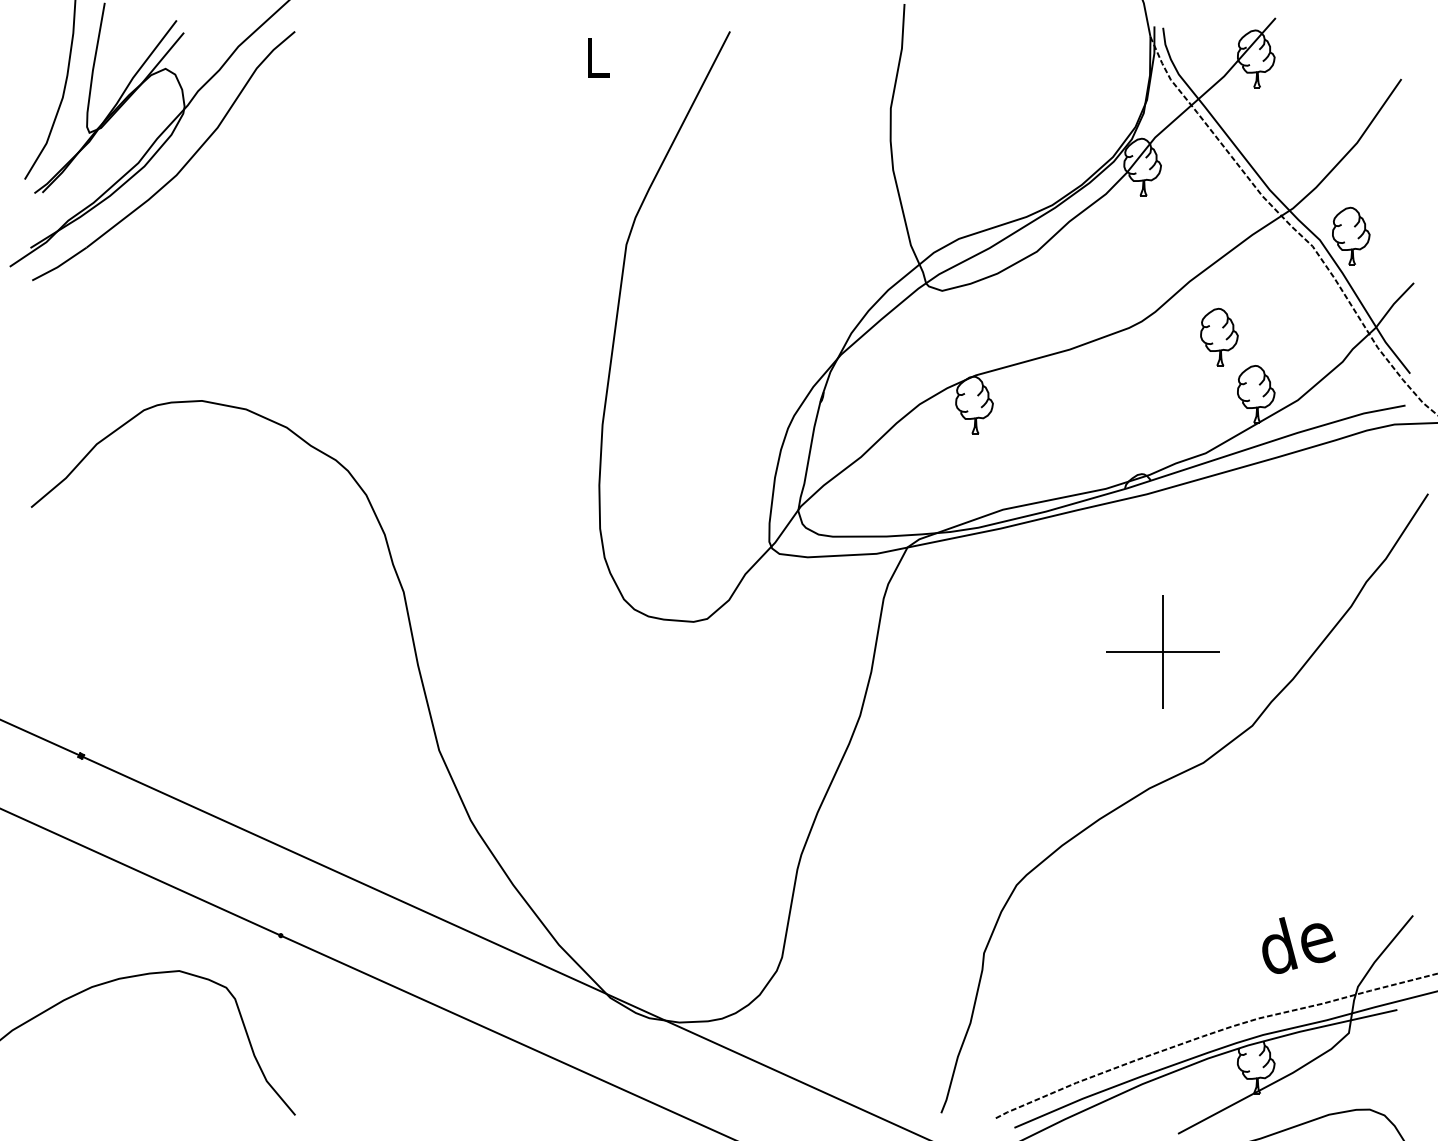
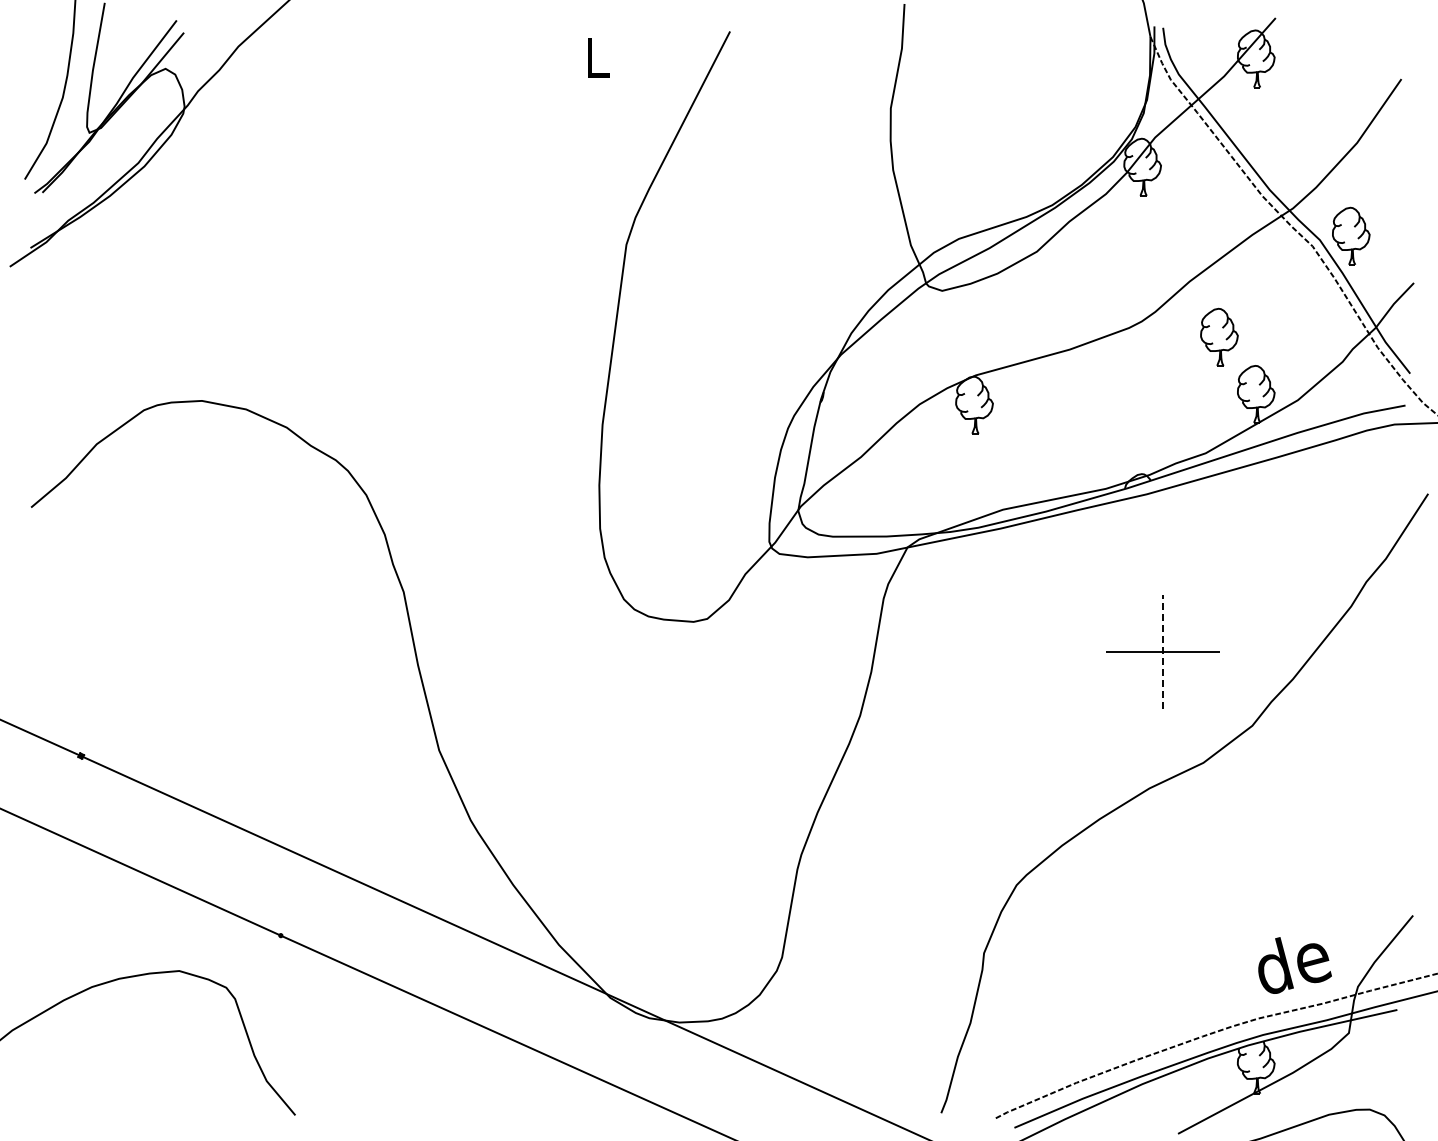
part at (178, 171): present -> none
line at (1163, 651): solid -> dashed
text at (1298, 945) position: (1298, 945) -> (1294, 965)
